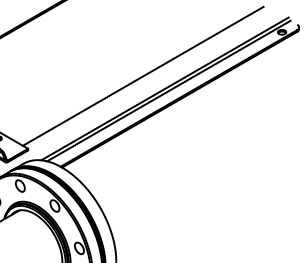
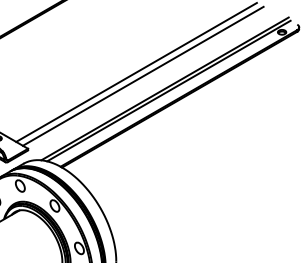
line at (136, 71): none -> present
